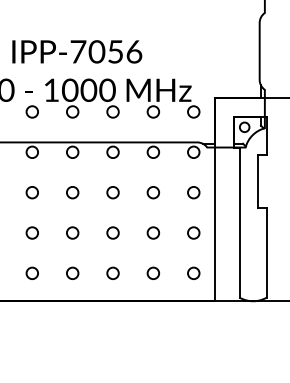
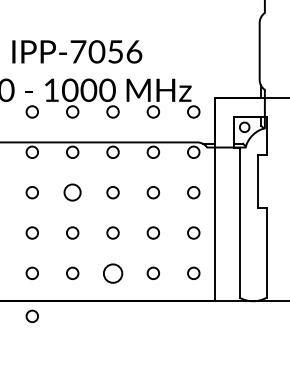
circle at (72, 192) size: 14x14 px -> 19x19 px
circle at (112, 272) size: 14x14 px -> 21x21 px
circle at (31, 315): none -> present
